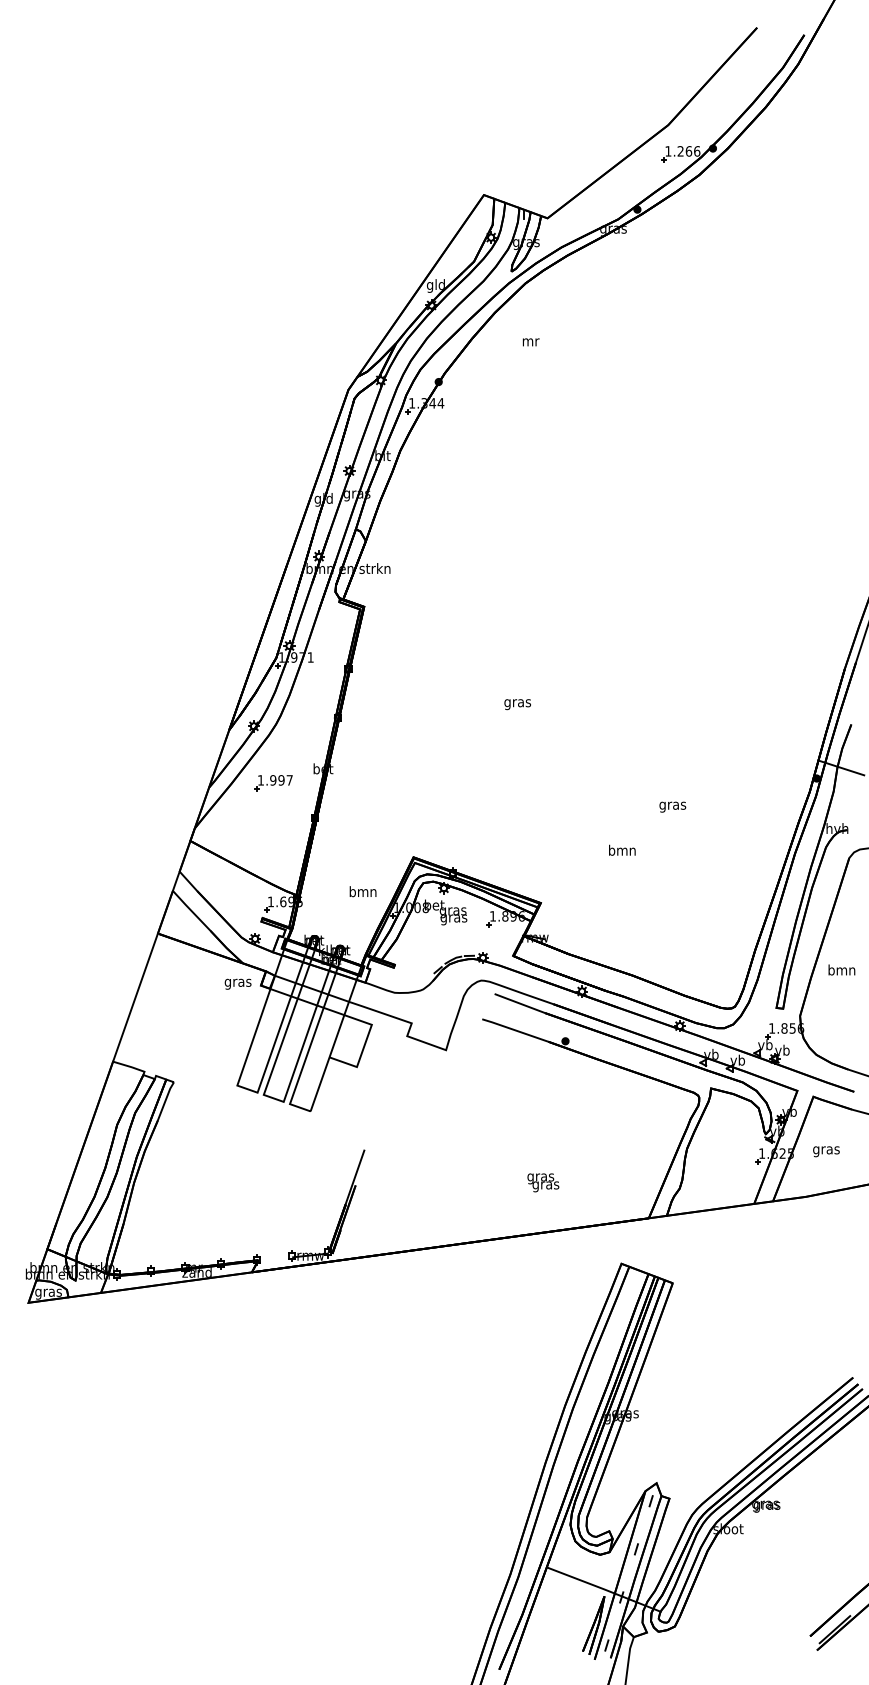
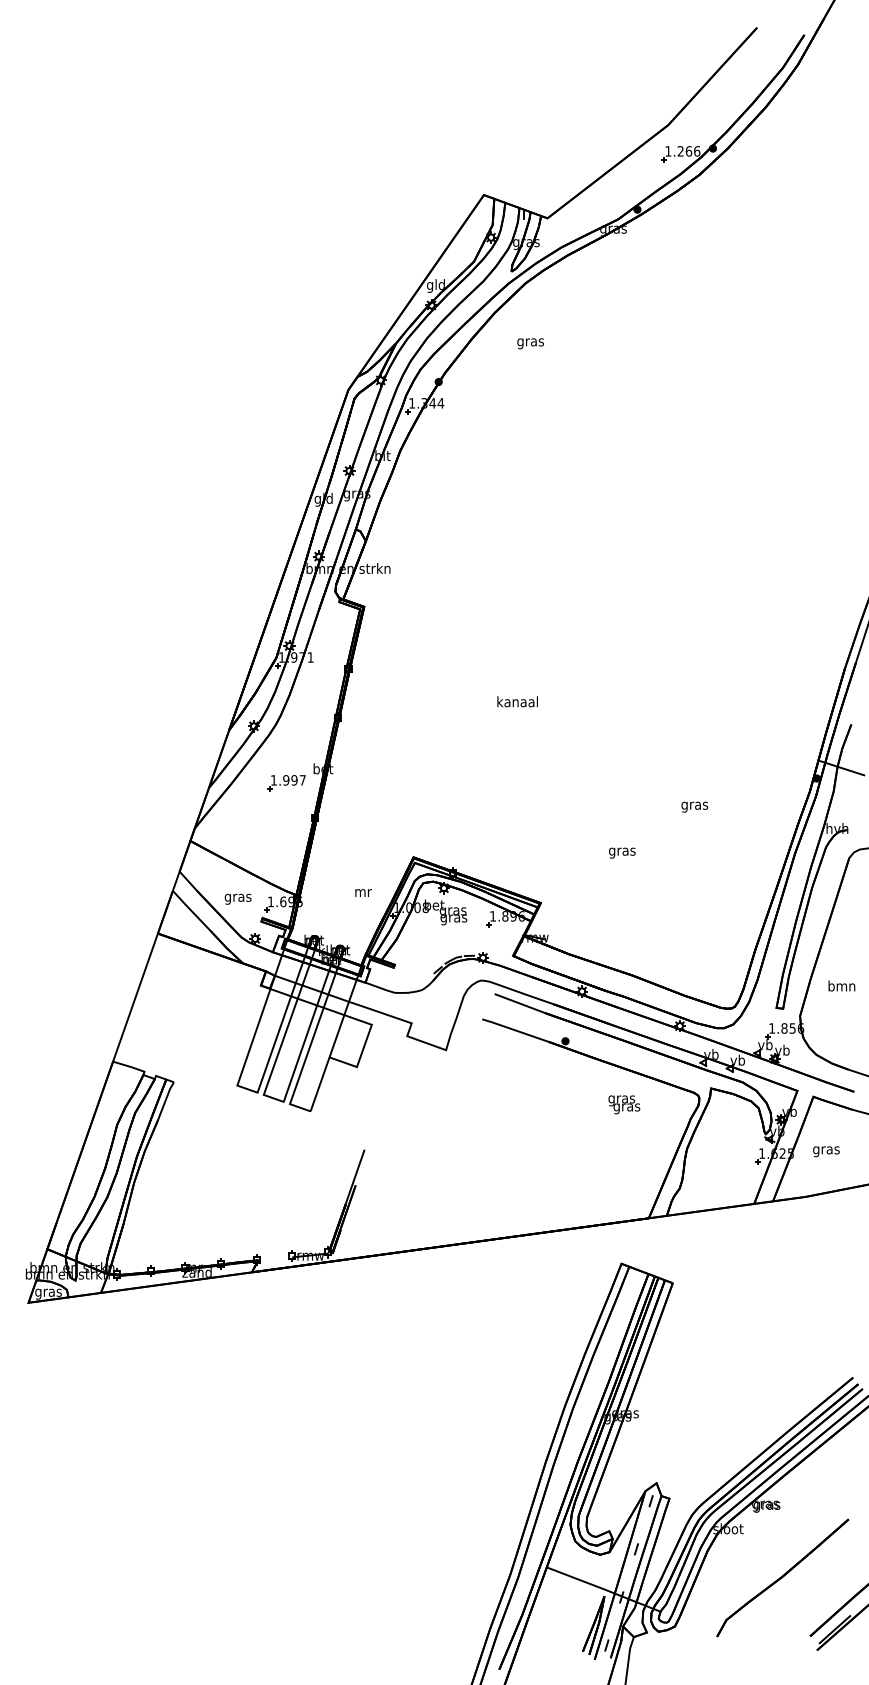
text at (530, 343): mr -> gras
text at (517, 703): gras -> kanaal
part at (273, 783) position: (273, 783) -> (286, 783)
text at (672, 806) position: (672, 806) -> (694, 806)
text at (622, 851): bmn -> gras
text at (362, 891): bmn -> mr
text at (841, 969) position: (841, 969) -> (841, 985)
text at (237, 983) position: (237, 983) -> (237, 898)
text at (543, 1182) position: (543, 1182) -> (624, 1104)
part at (782, 1577): none -> present
